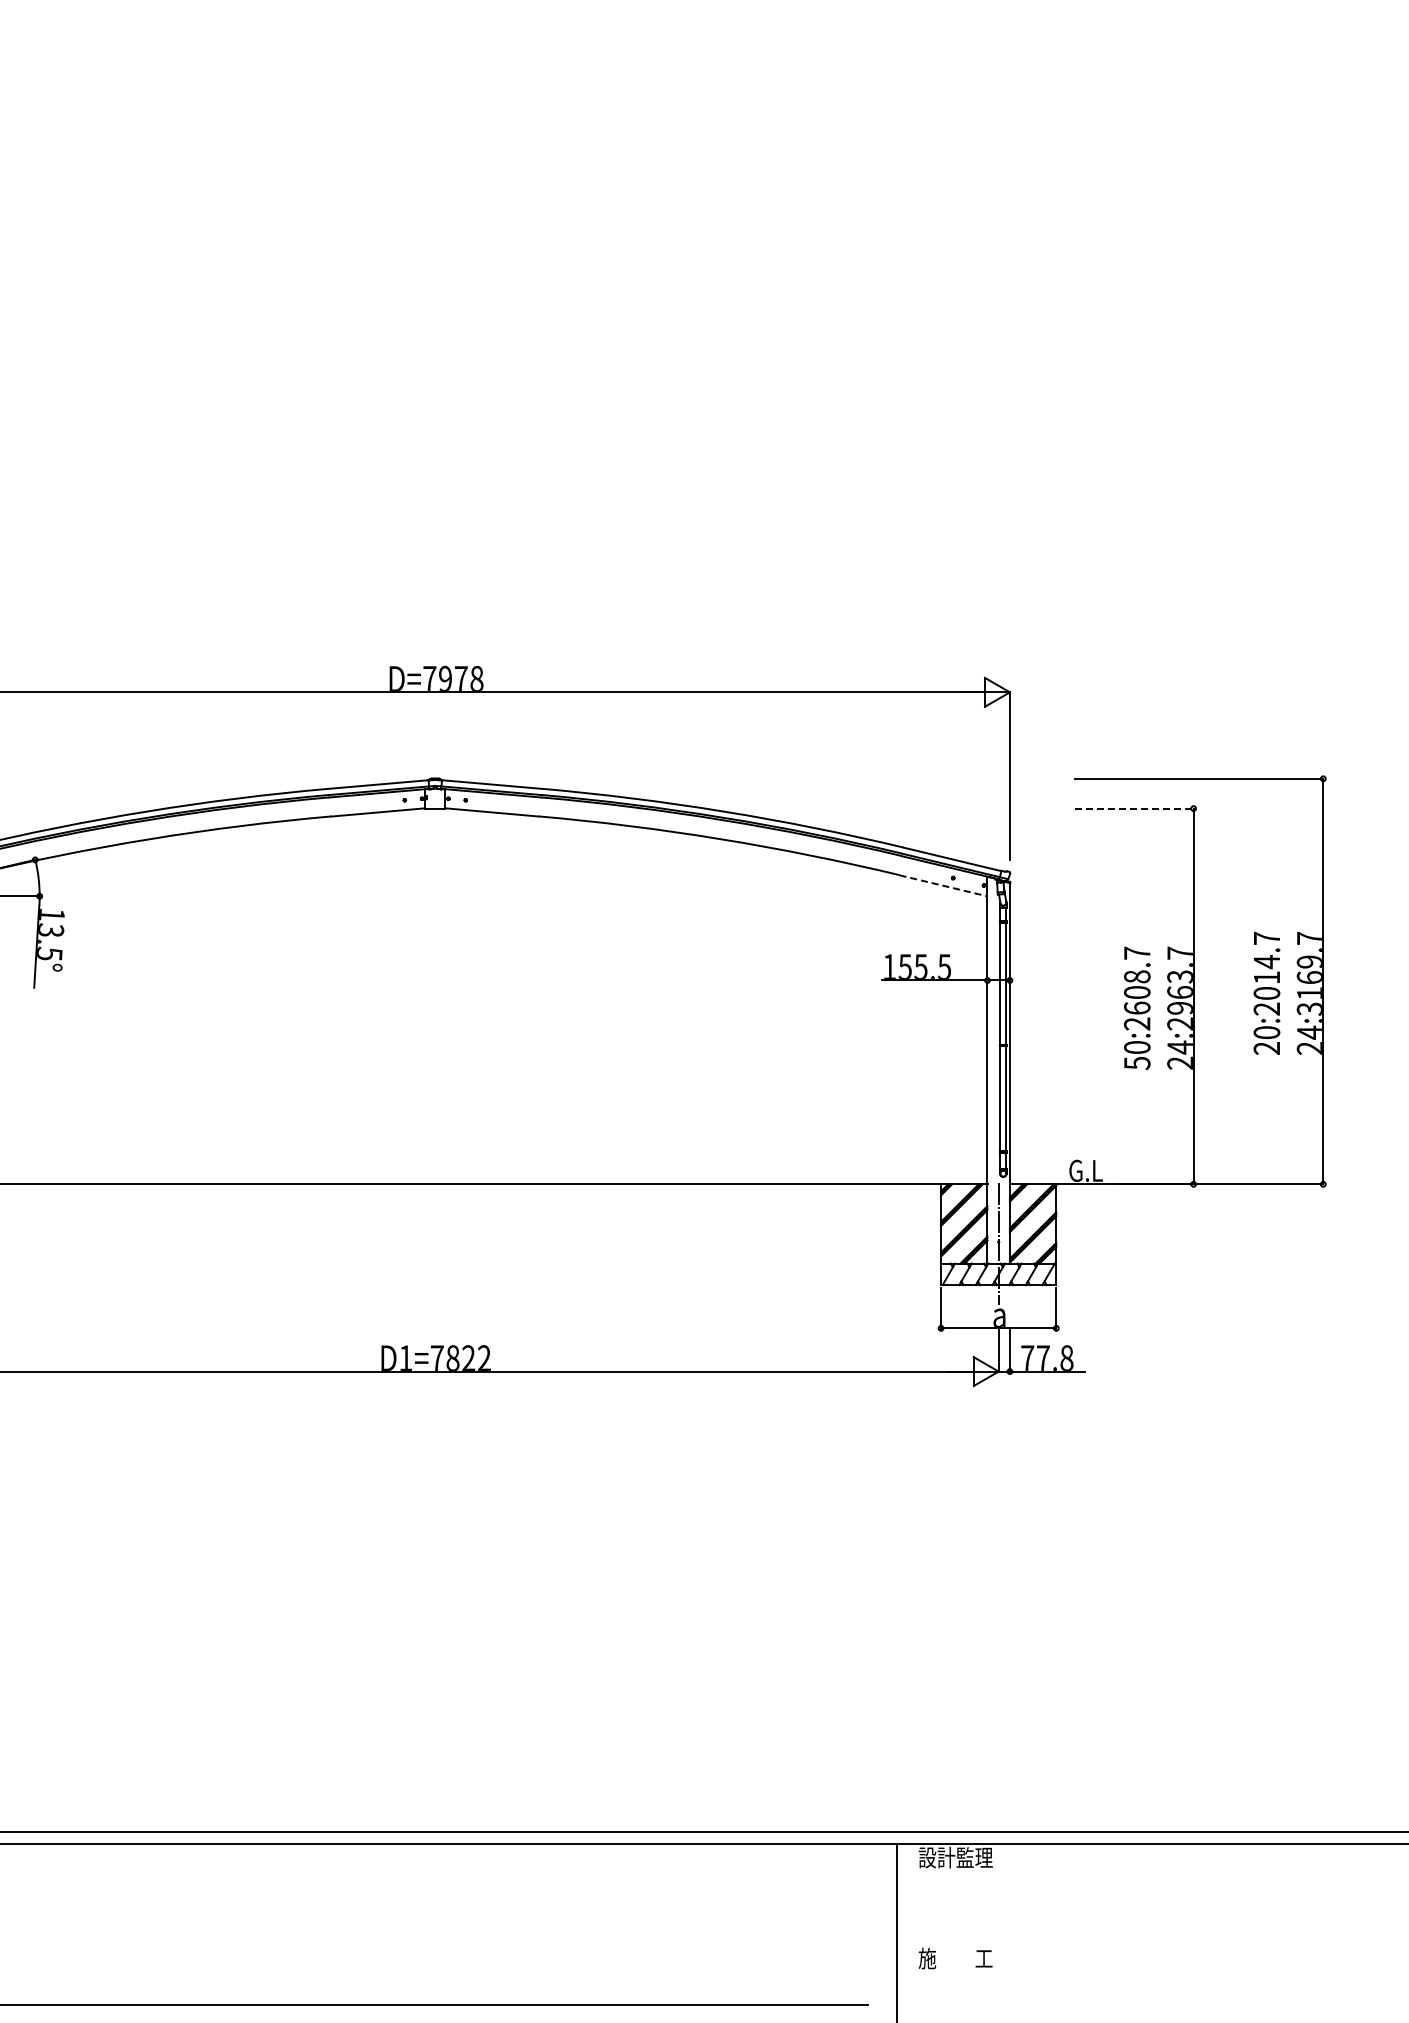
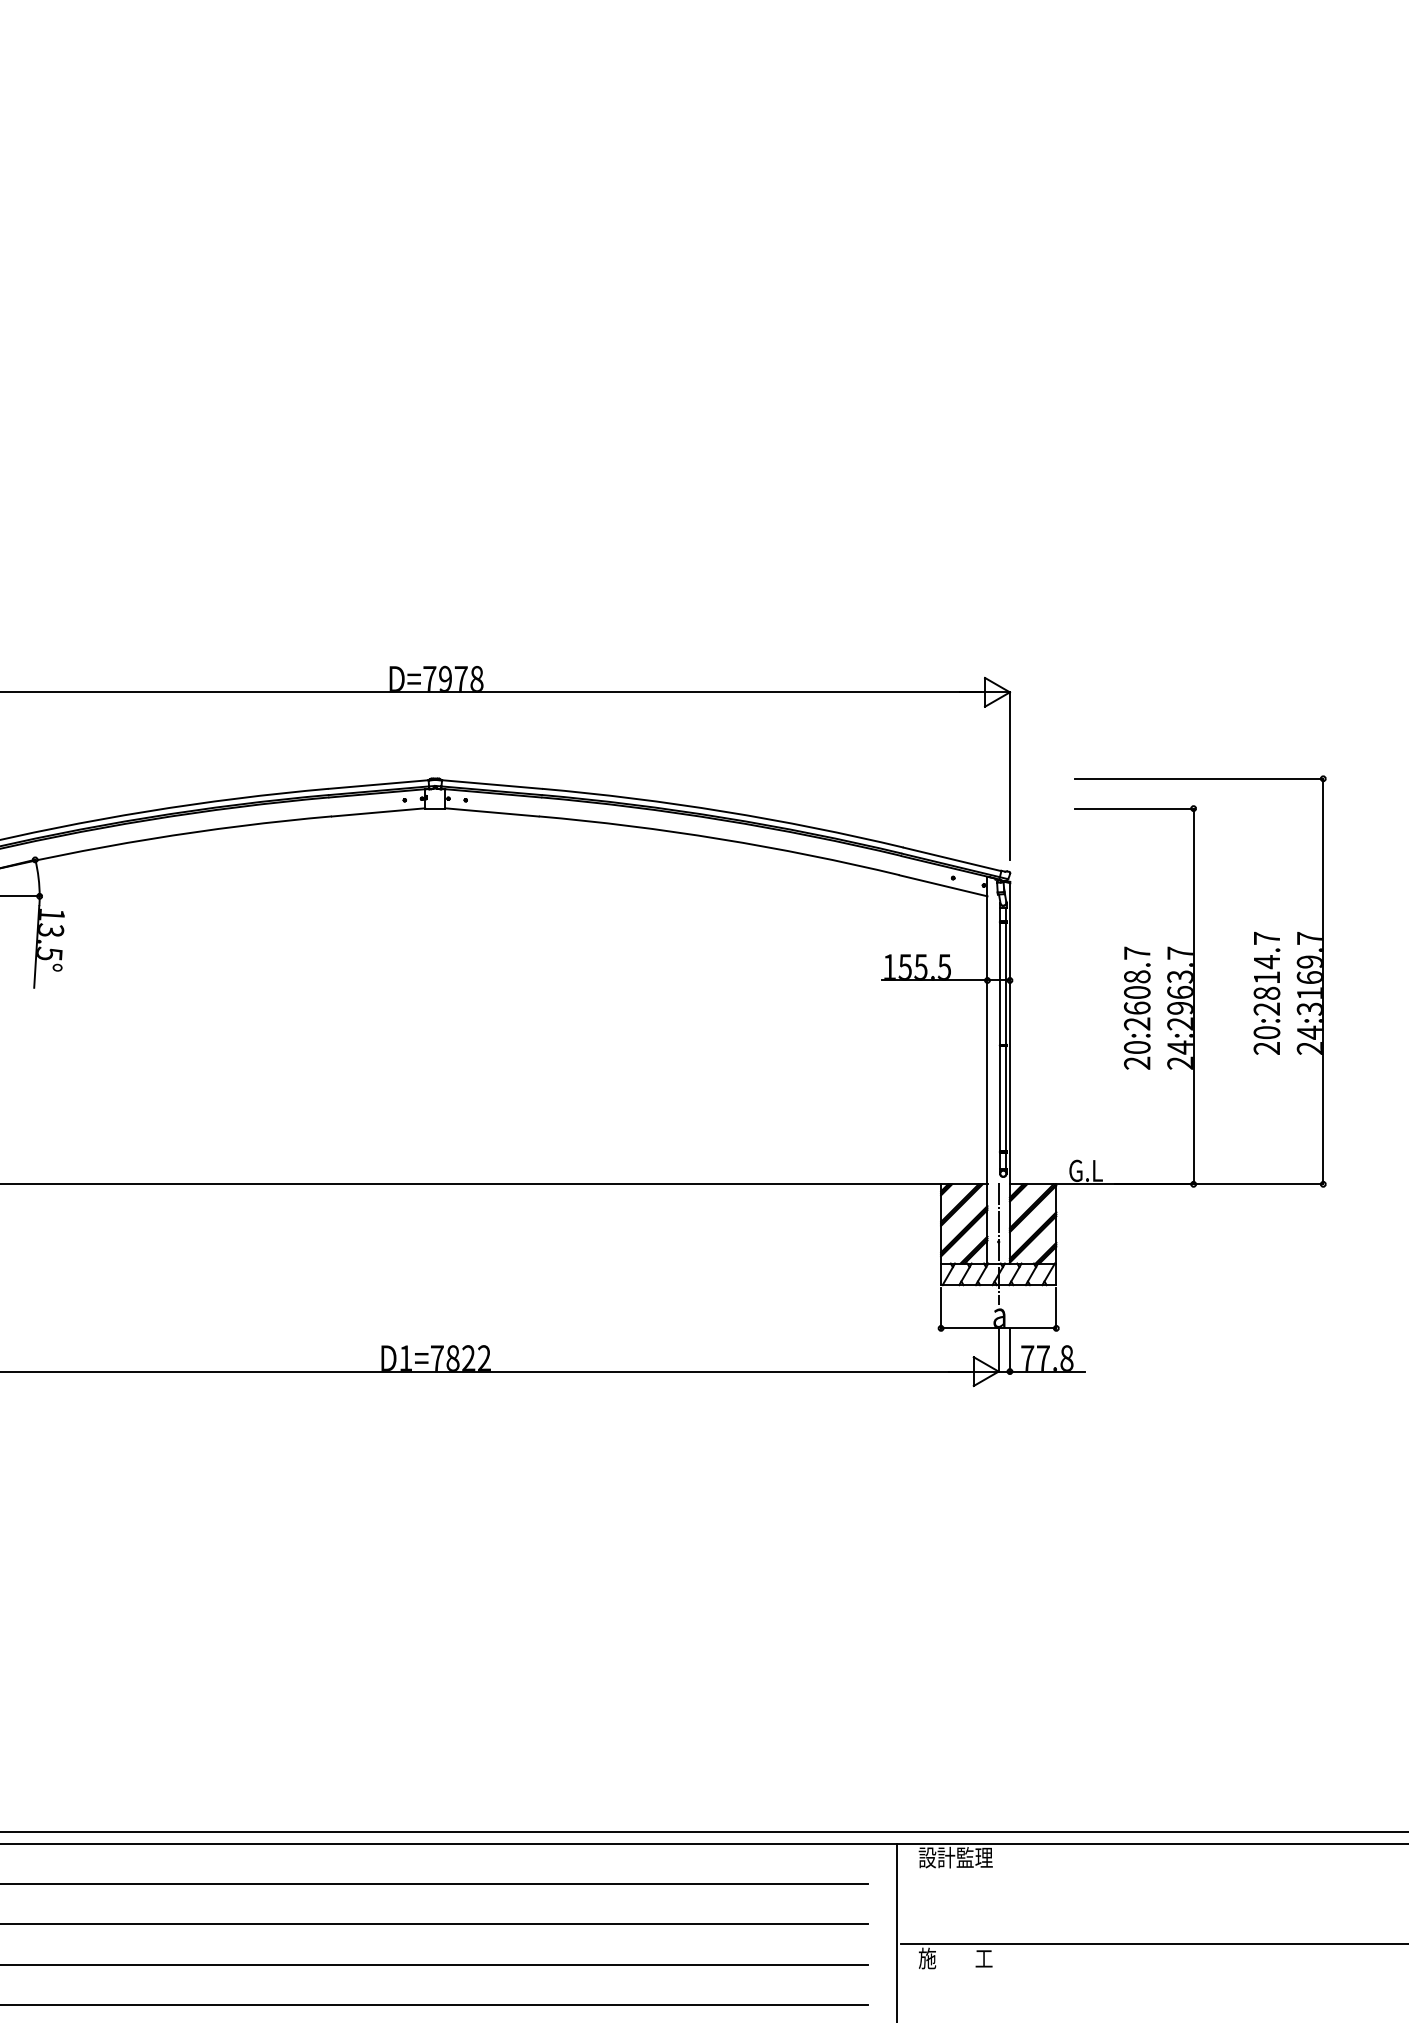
line at (1134, 808): dashed -> solid
line at (944, 885): dashed -> solid
text at (1266, 992): 20:2014.7 -> 20:2814.7
text at (1137, 1063): 50:2608.7 -> 20:2608.7
line at (435, 1883): none -> present
line at (435, 1924): none -> present
line at (1153, 1944): none -> present
line at (435, 1964): none -> present
